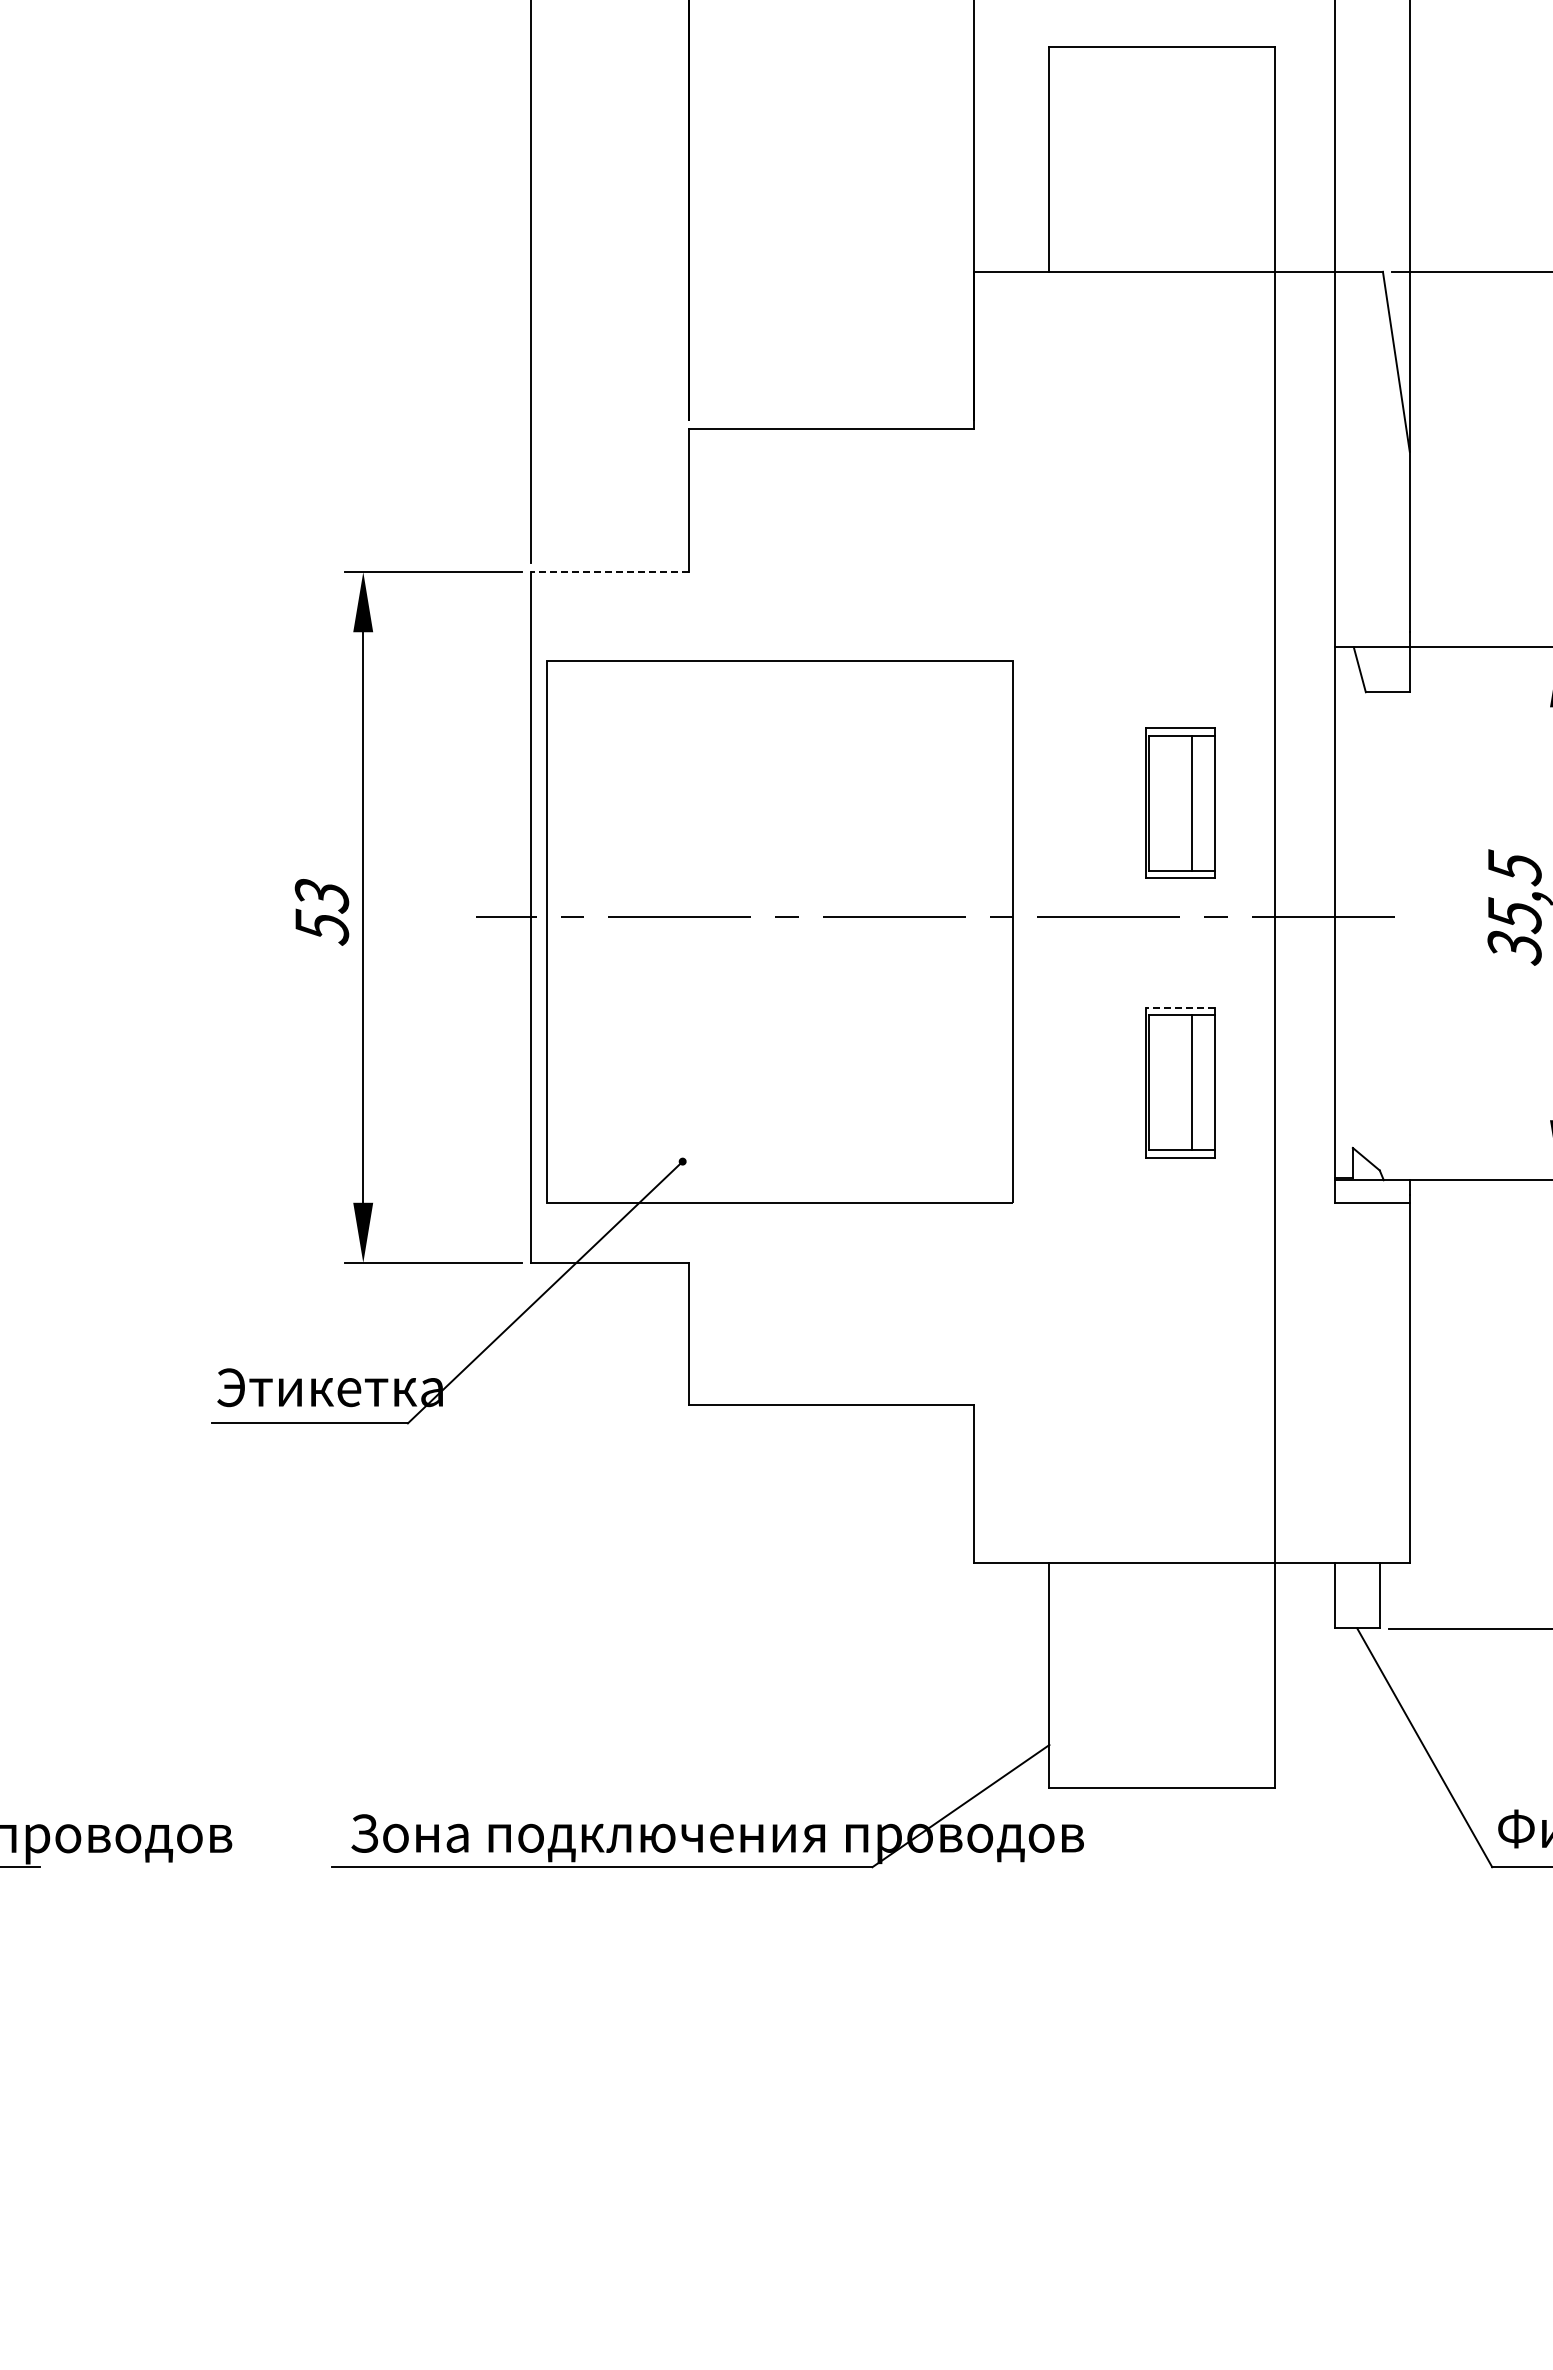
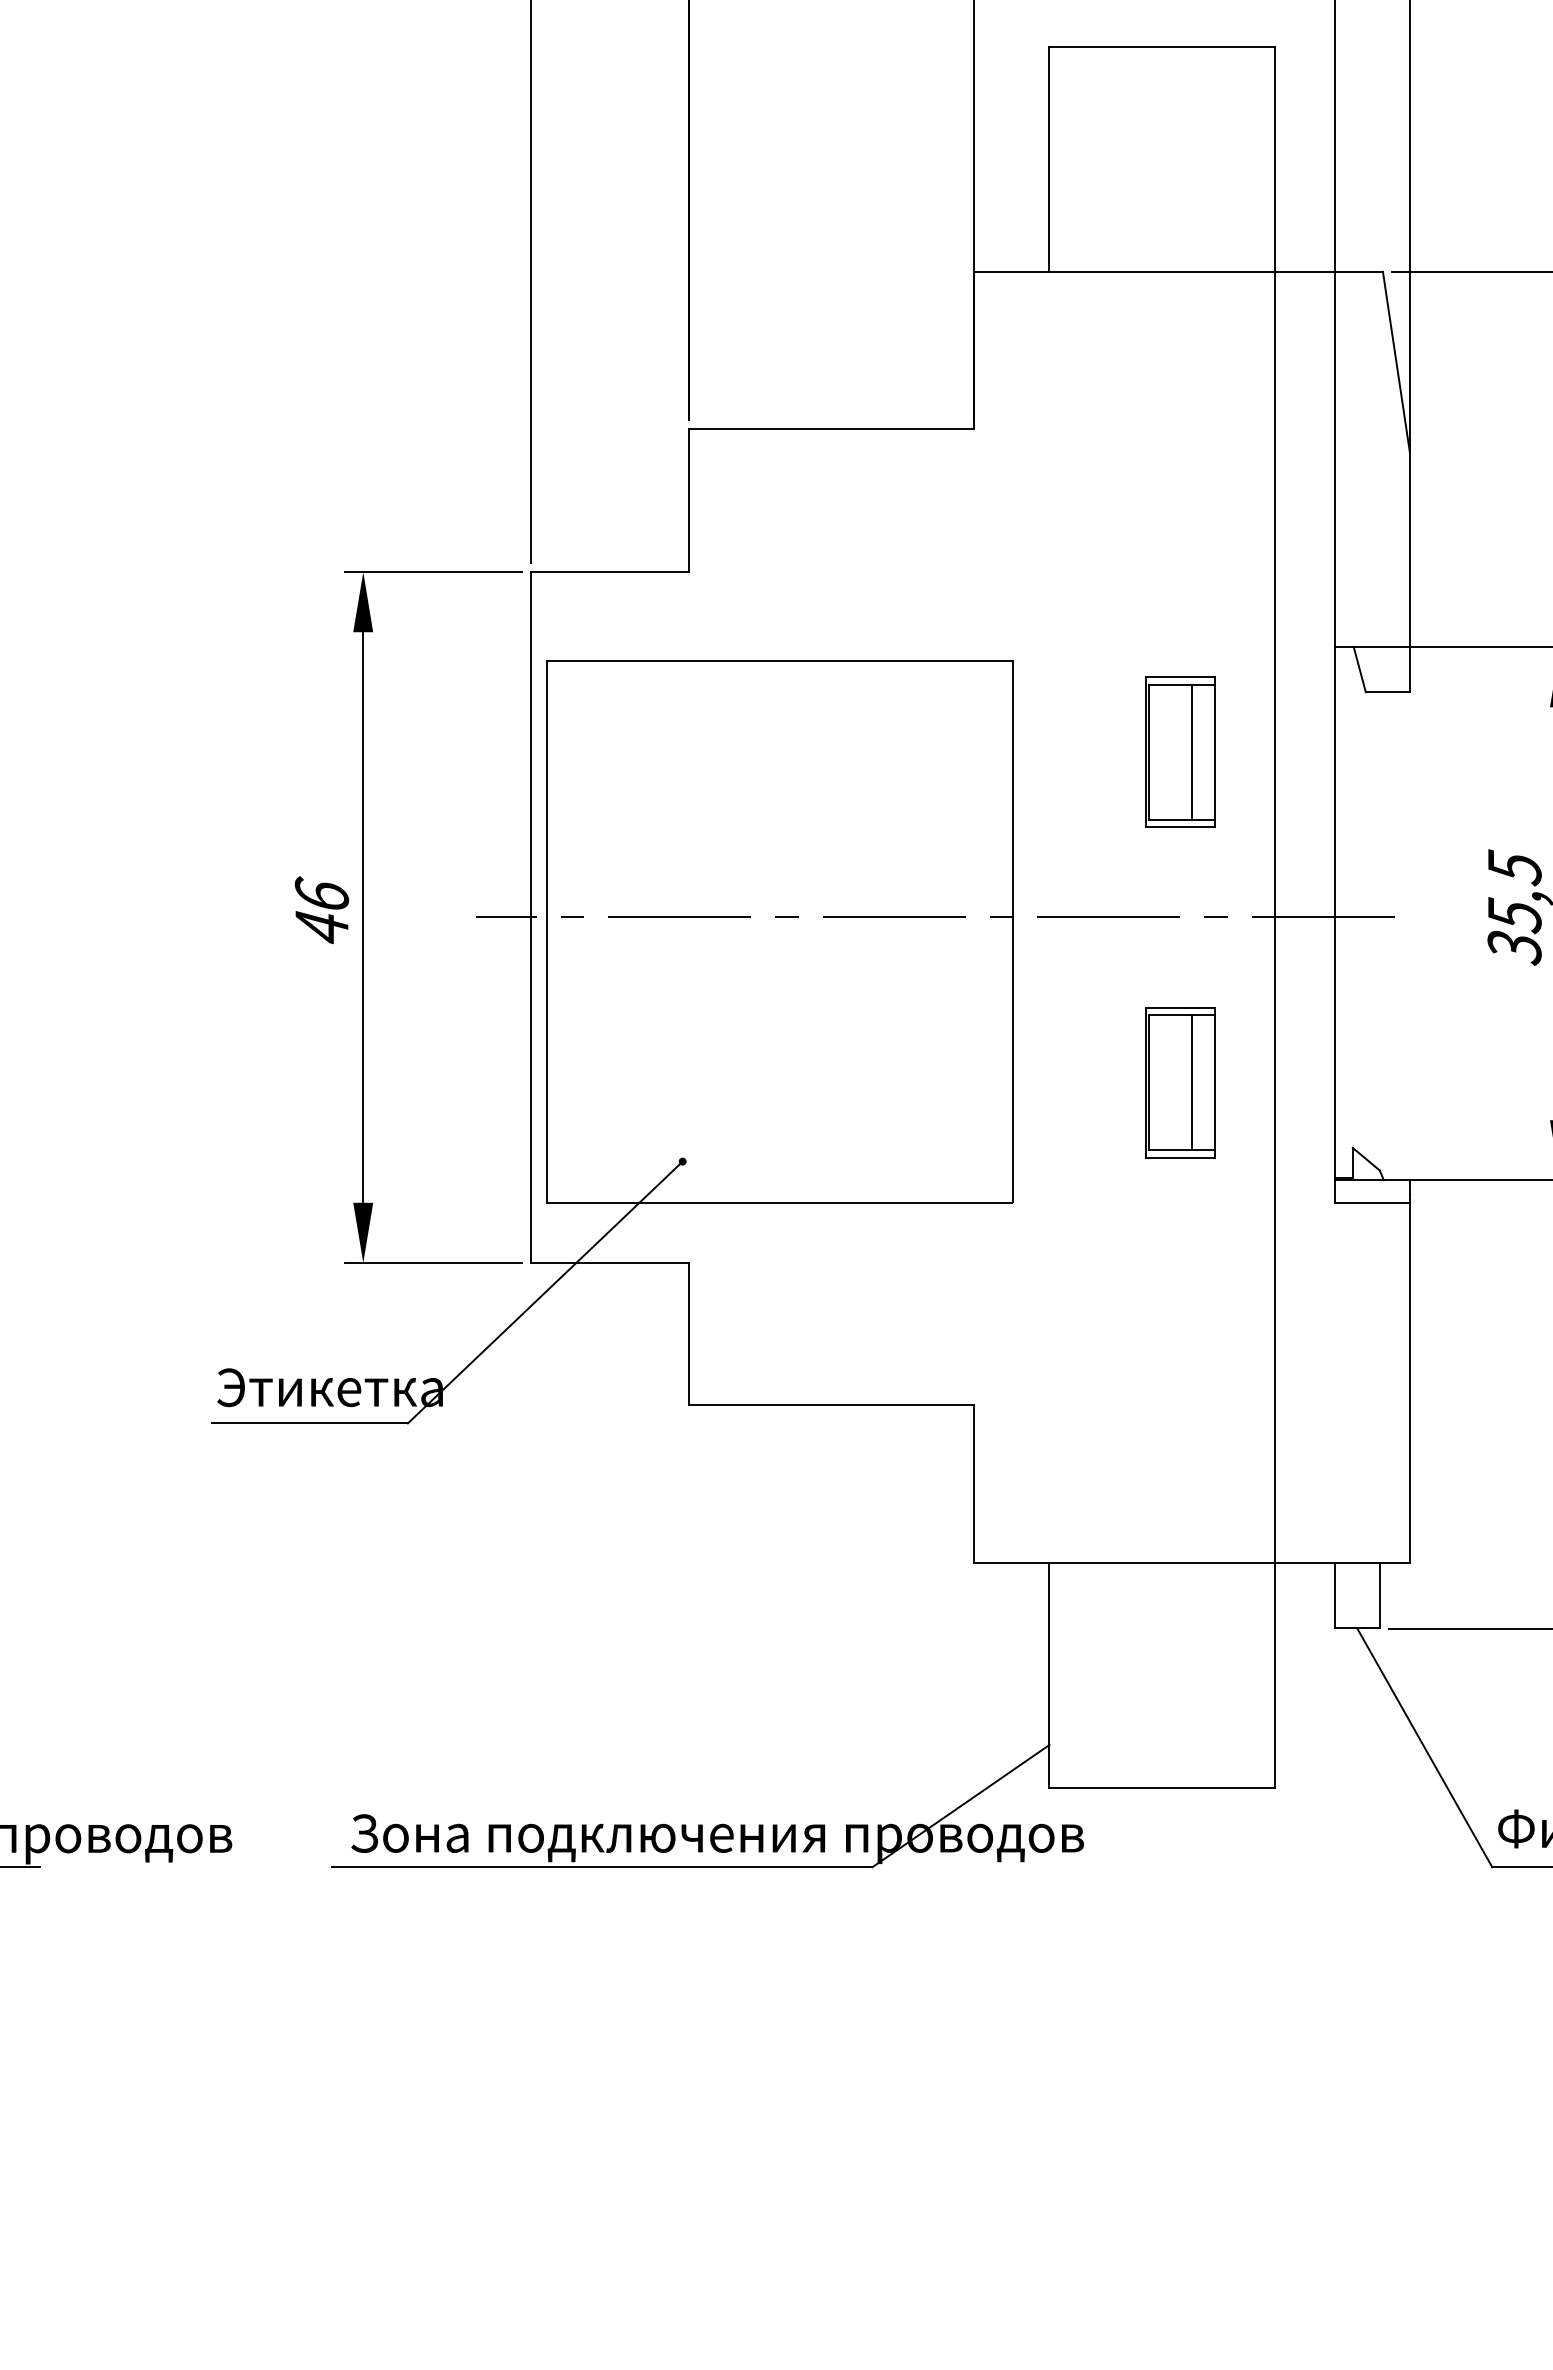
line at (610, 572): dashed -> solid
part at (1180, 802) position: (1180, 802) -> (1180, 751)
text at (321, 910): 53 -> 46
line at (1180, 1007): dashed -> solid
